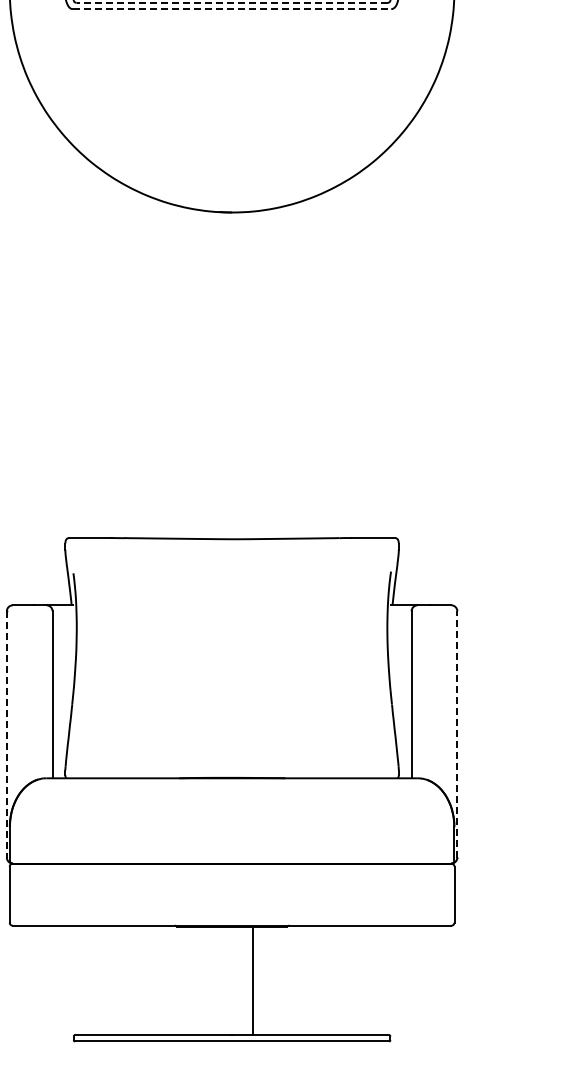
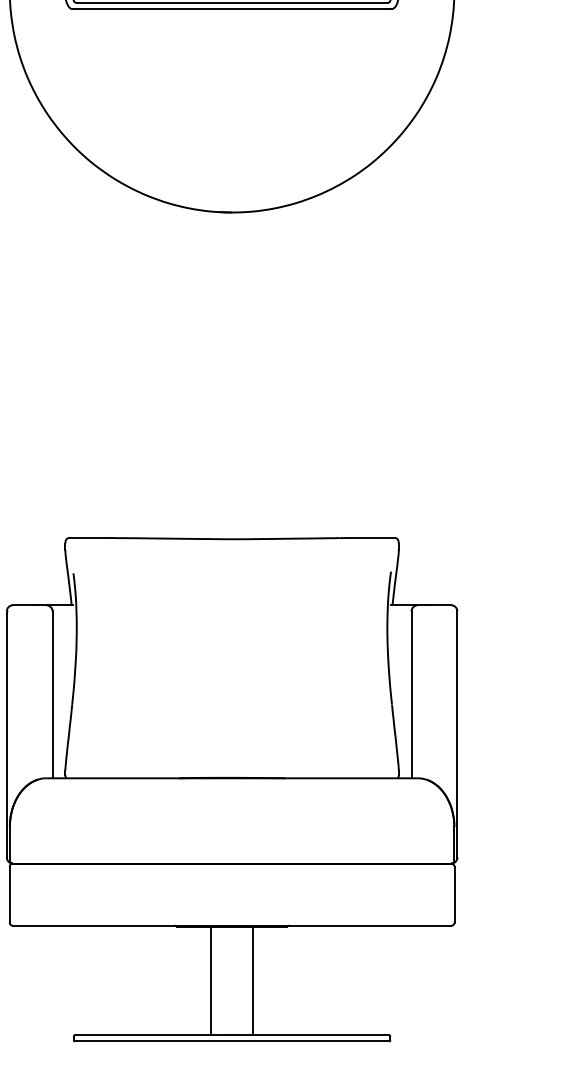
line at (231, 2): dashed -> solid
line at (232, 9): dashed -> solid
line at (457, 733): dashed -> solid
line at (6, 734): dashed -> solid
line at (211, 980): none -> present
